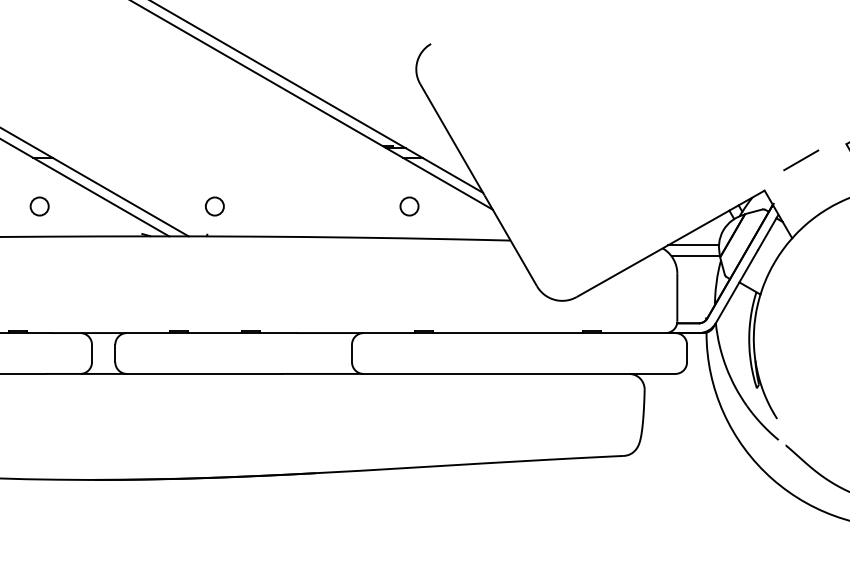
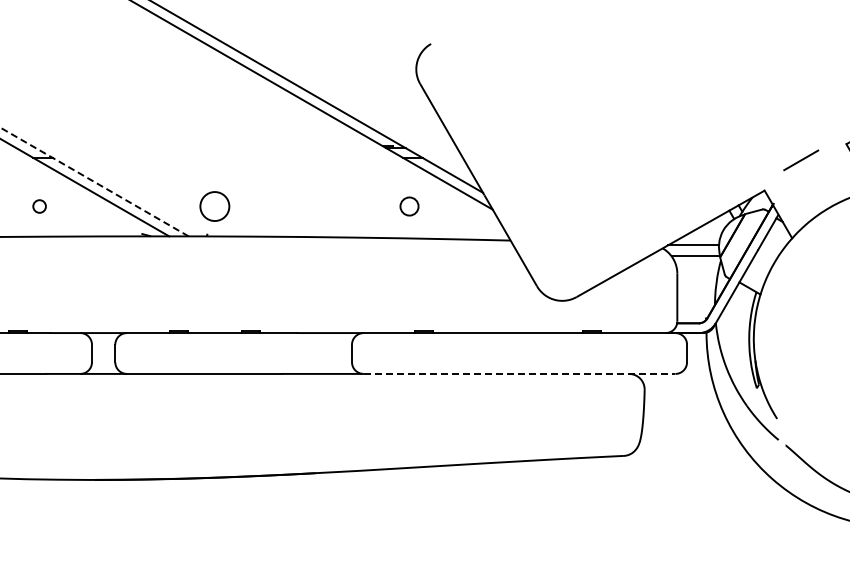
line at (94, 181): solid -> dashed
circle at (39, 206) size: 21x21 px -> 15x15 px
circle at (214, 206) diameter: 18 px -> 29 px
line at (519, 373): solid -> dashed
